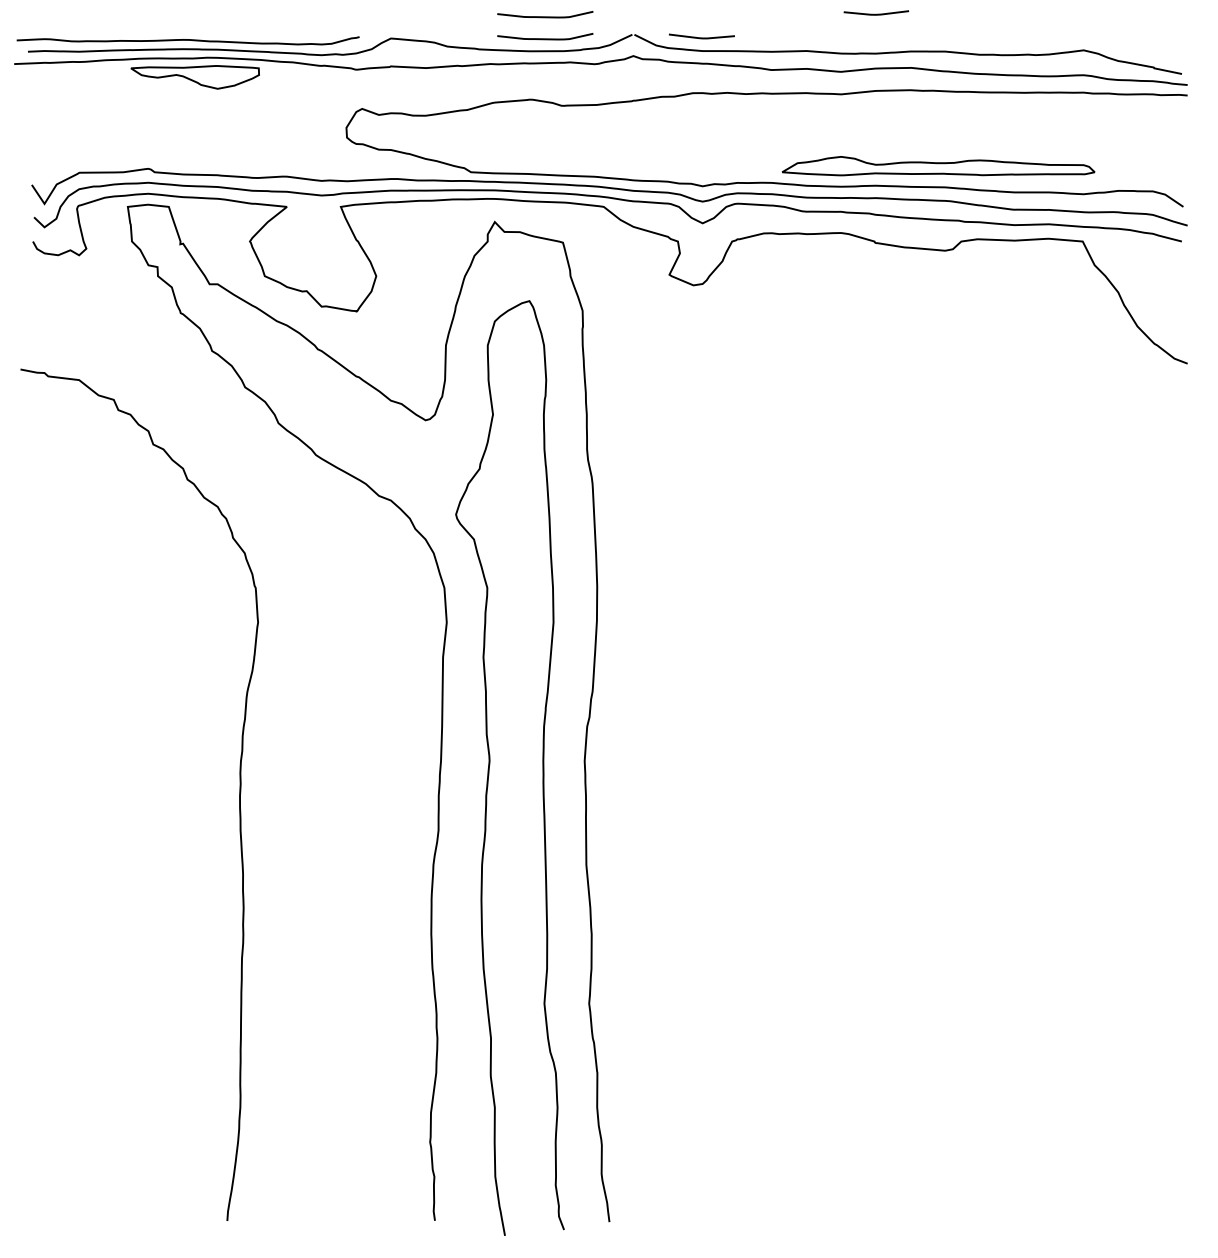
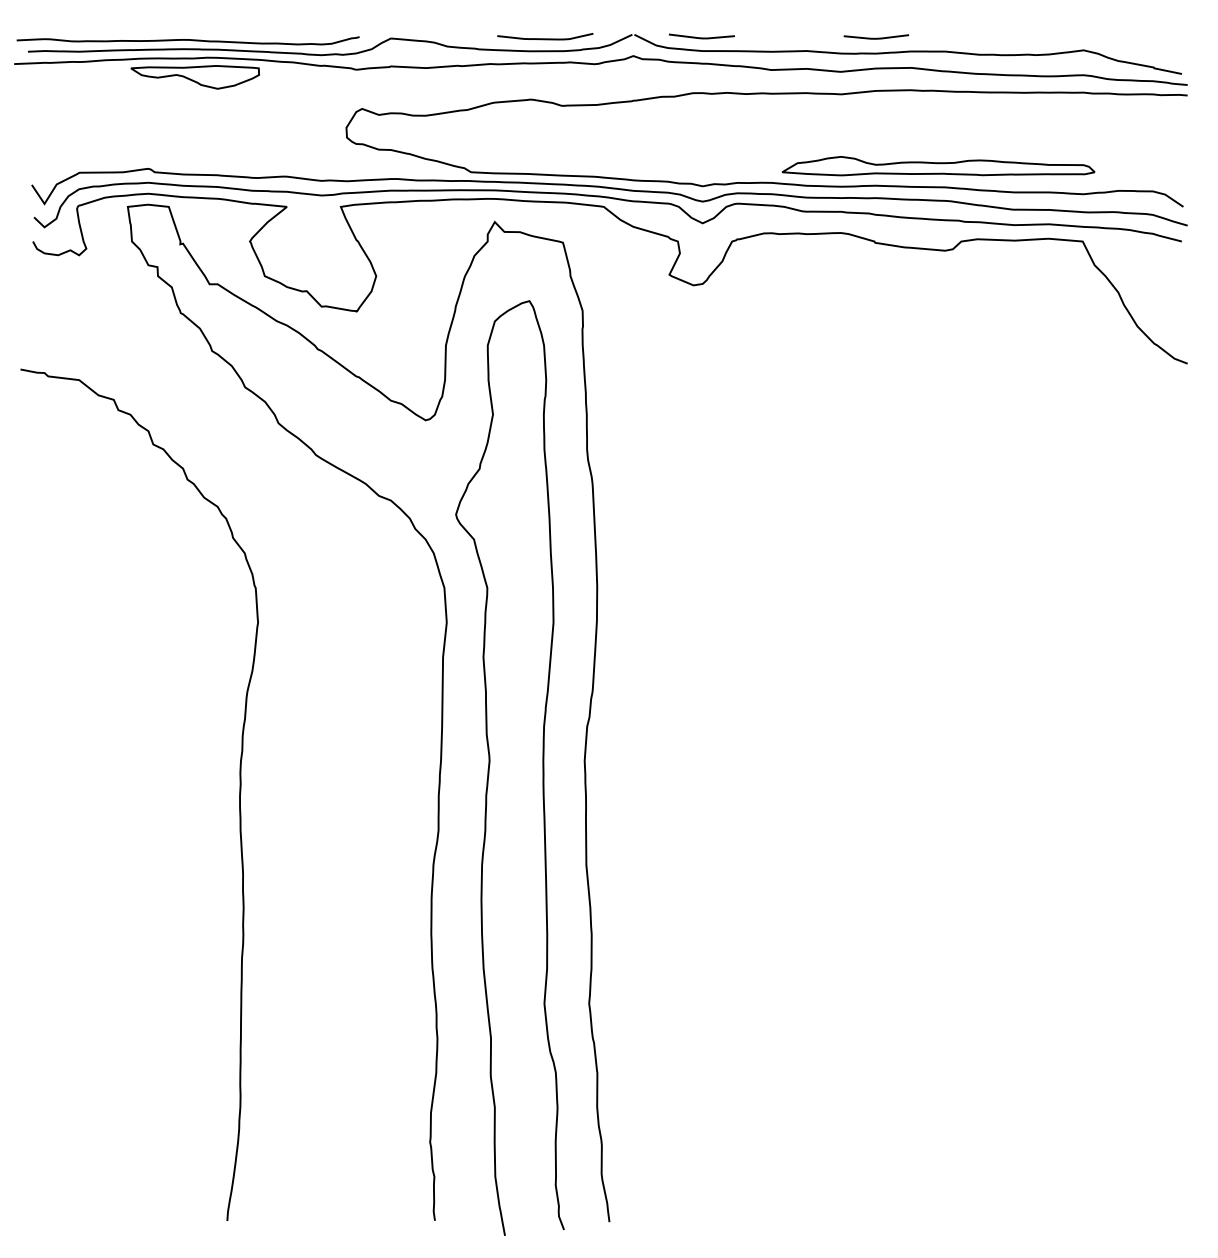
line at (876, 13) position: (876, 13) -> (876, 37)
curve at (545, 16): present -> none
